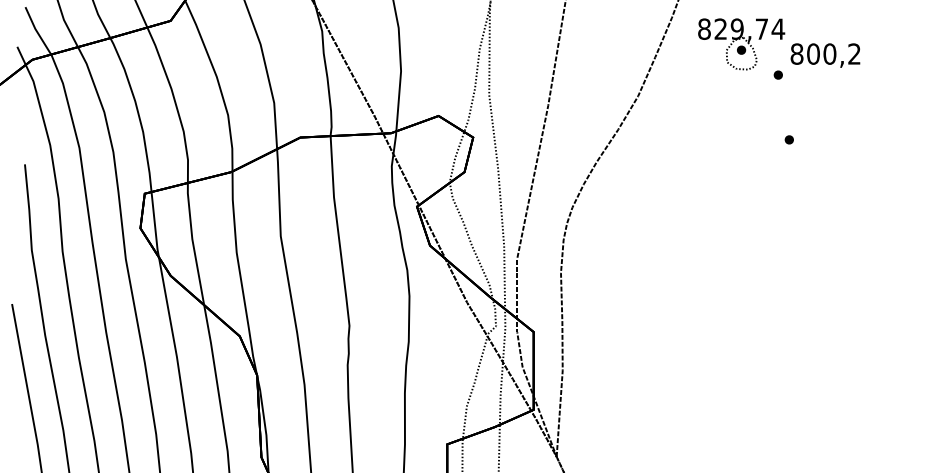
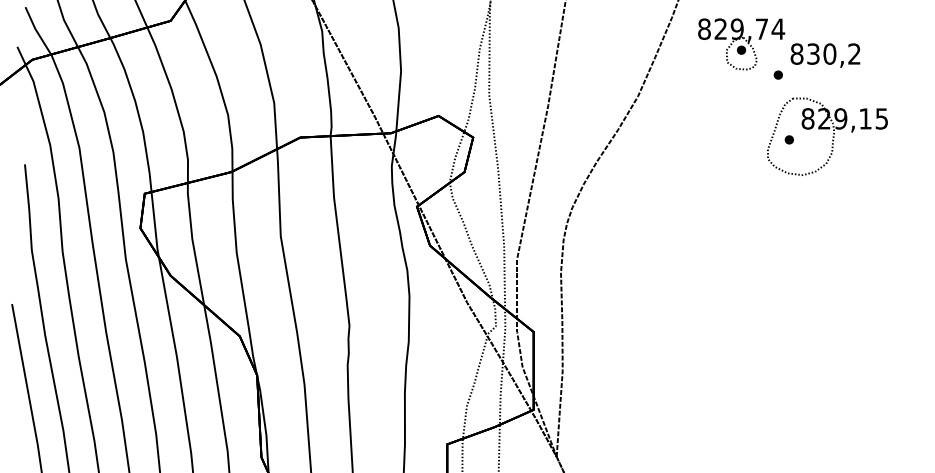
text at (813, 53): 800,2 -> 830,2
part at (827, 136): none -> present
